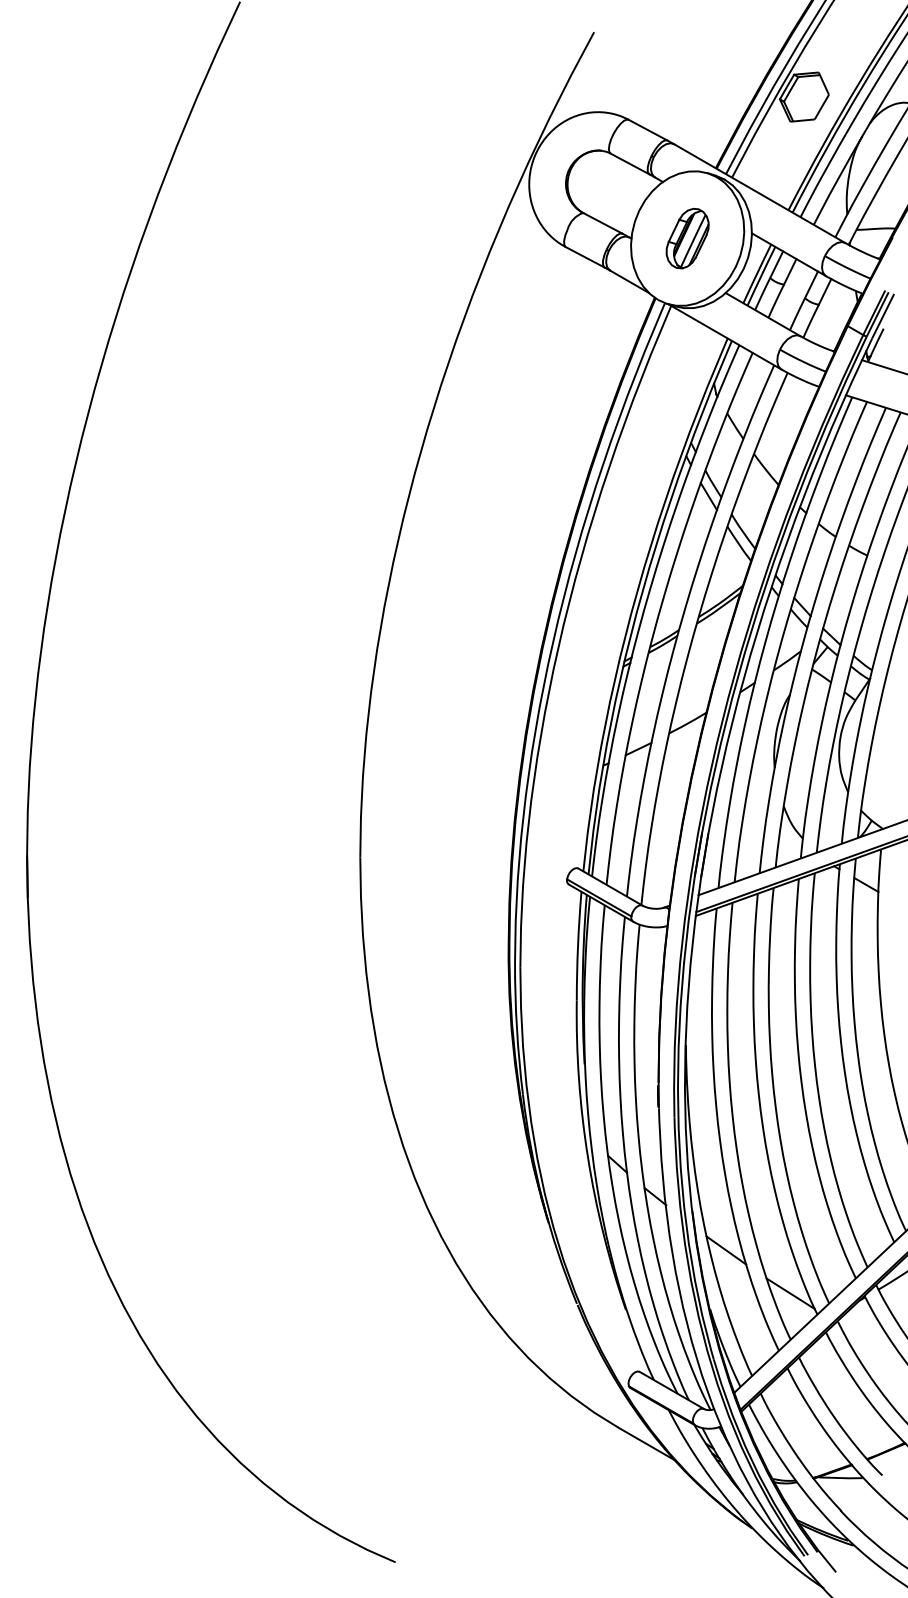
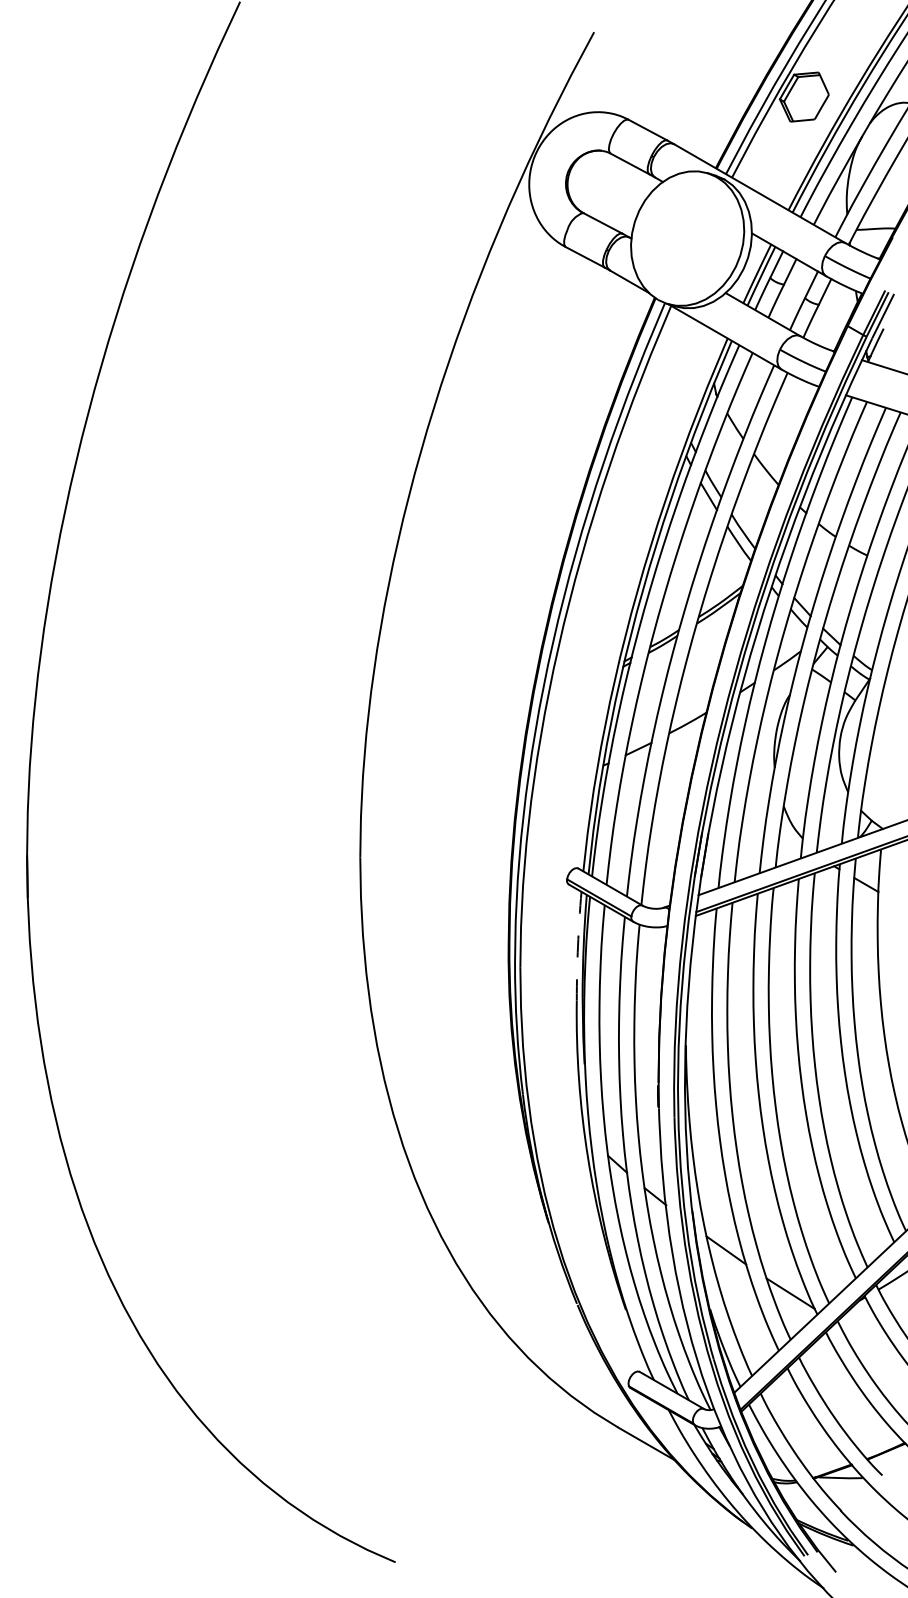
part at (687, 238): present -> none
arc at (578, 946): solid -> dashed
